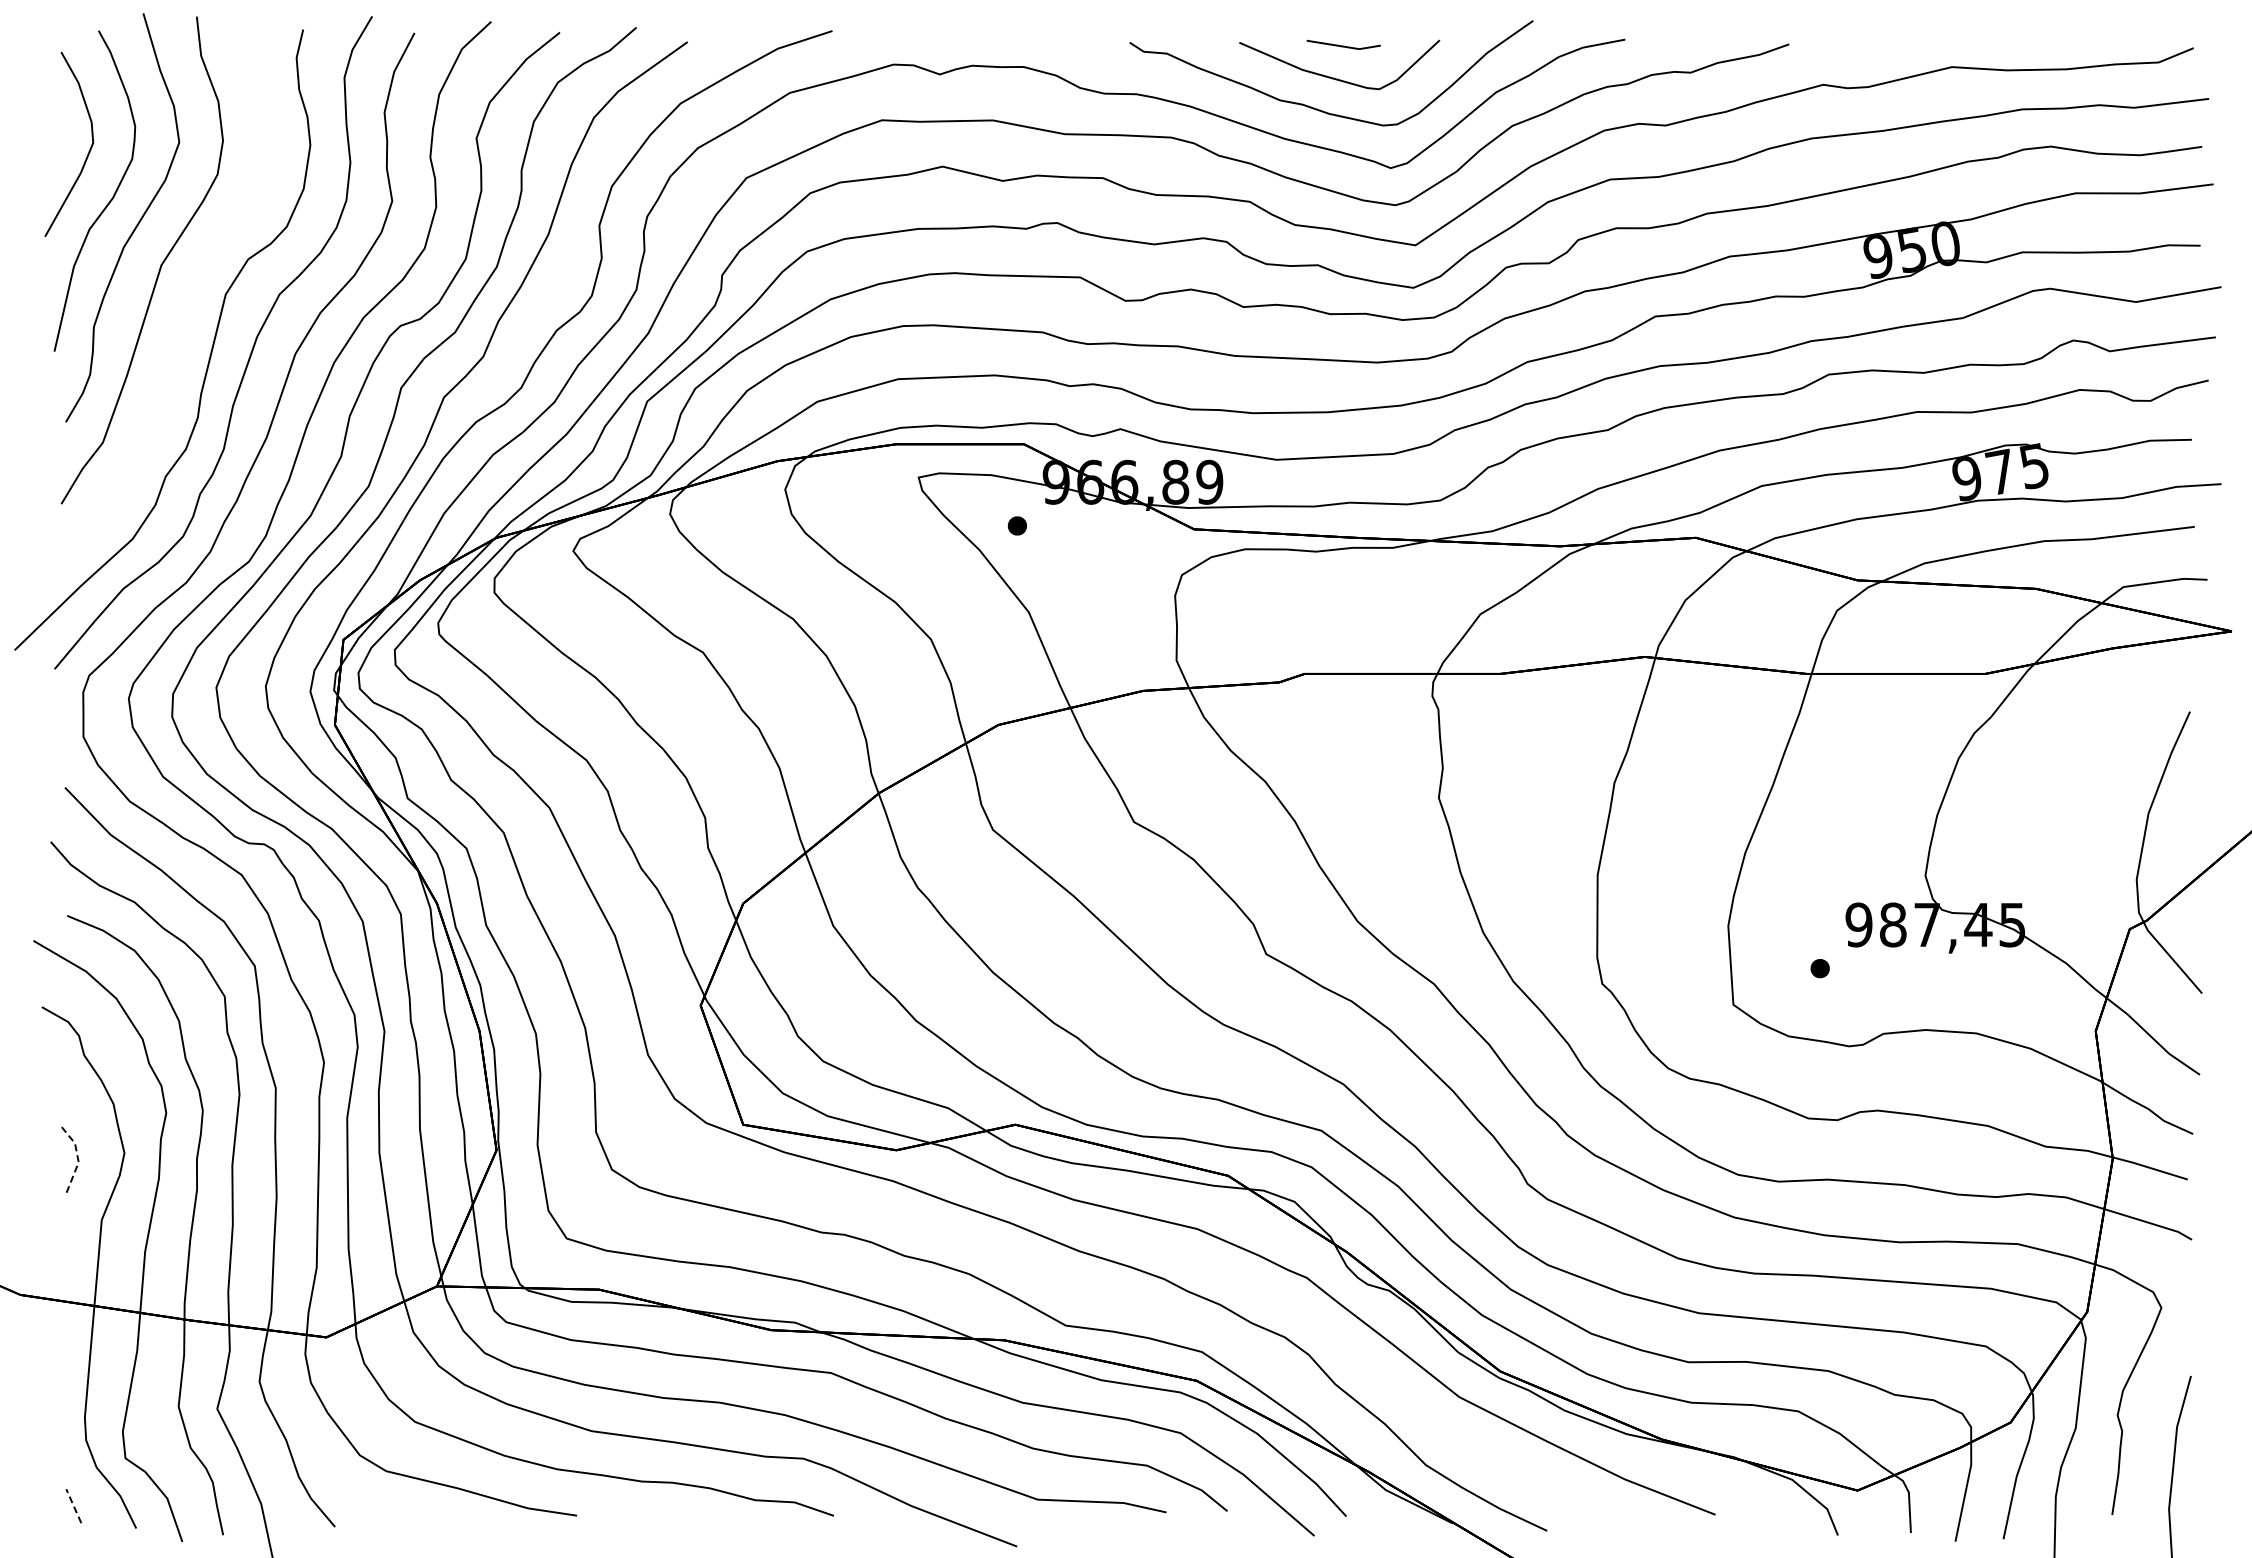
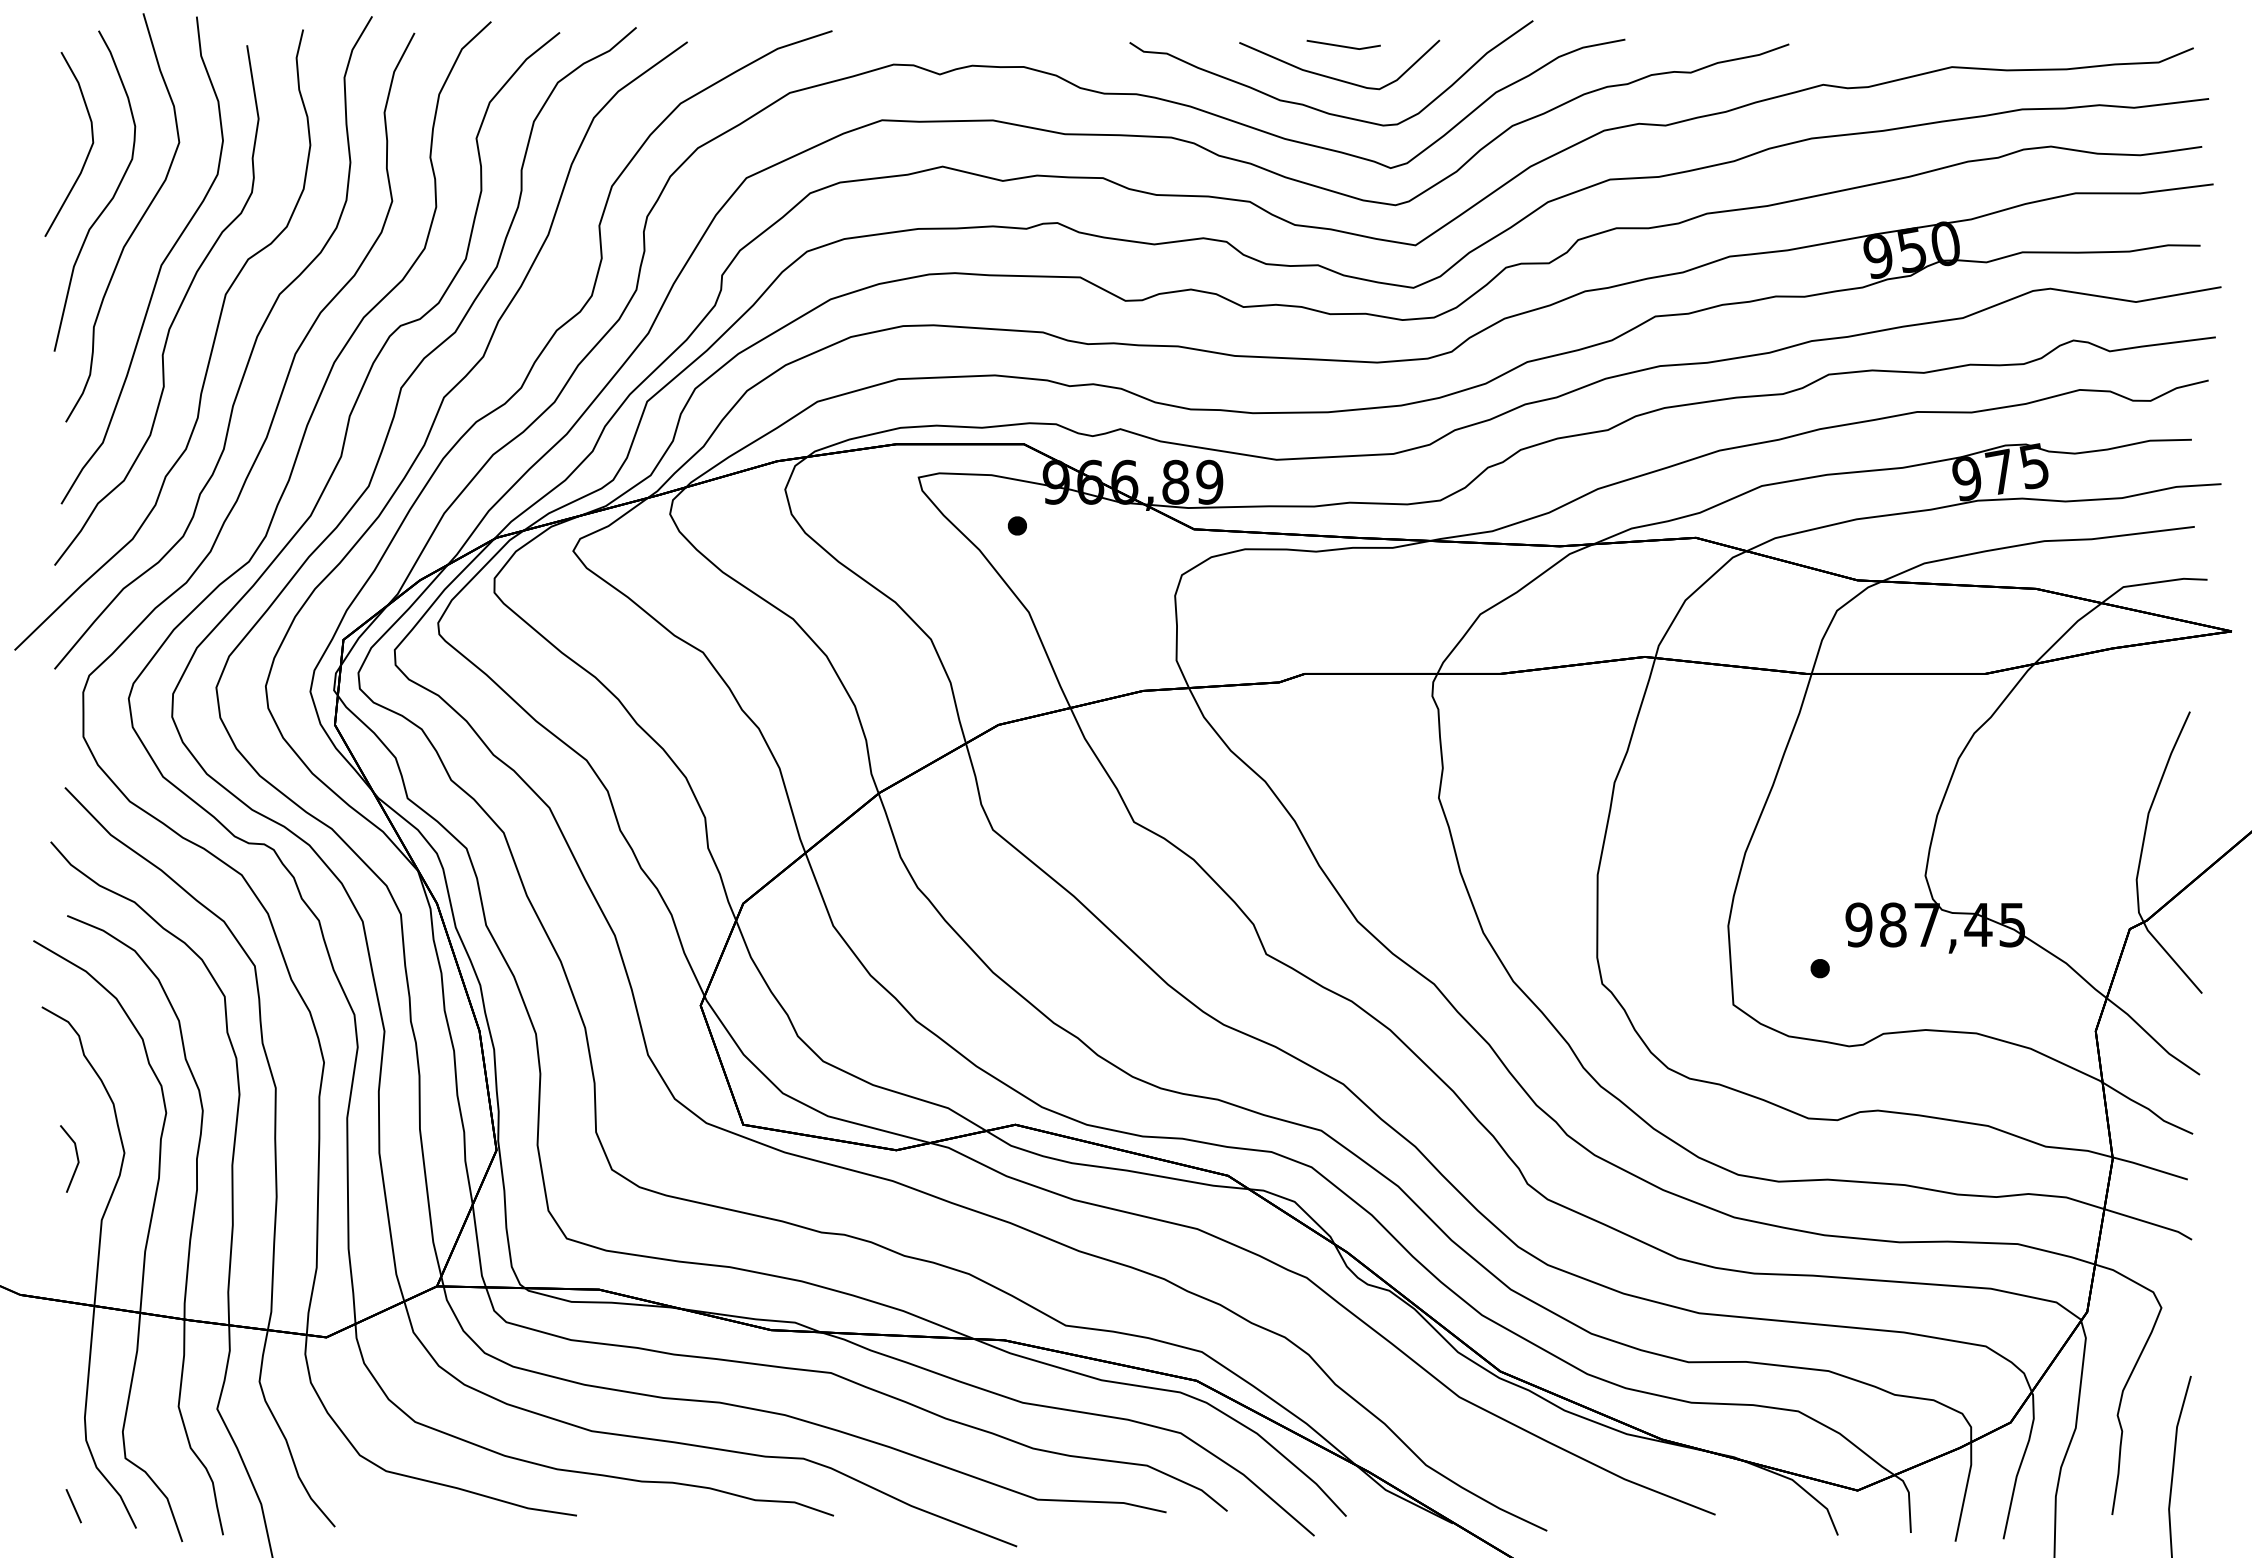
curve at (176, 311): none -> present
line at (77, 1156): dashed -> solid
line at (73, 1506): dashed -> solid
